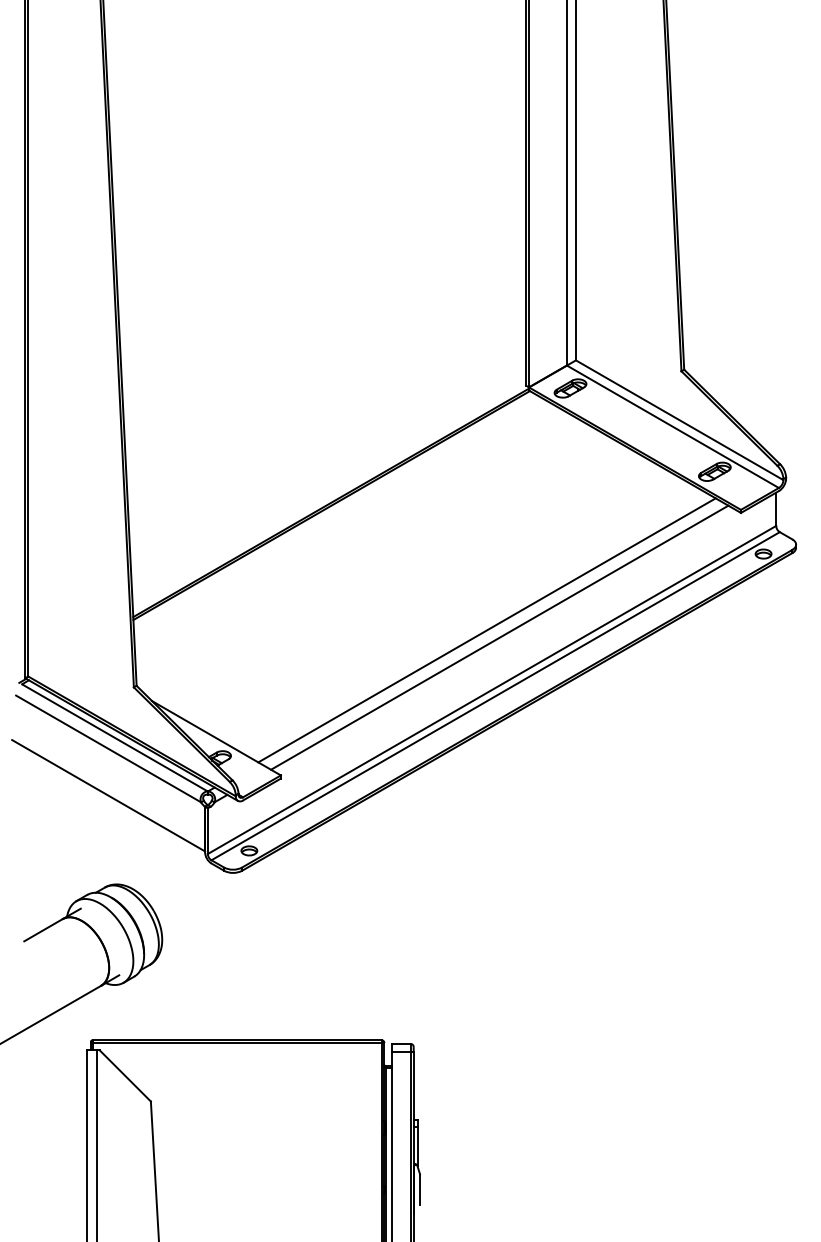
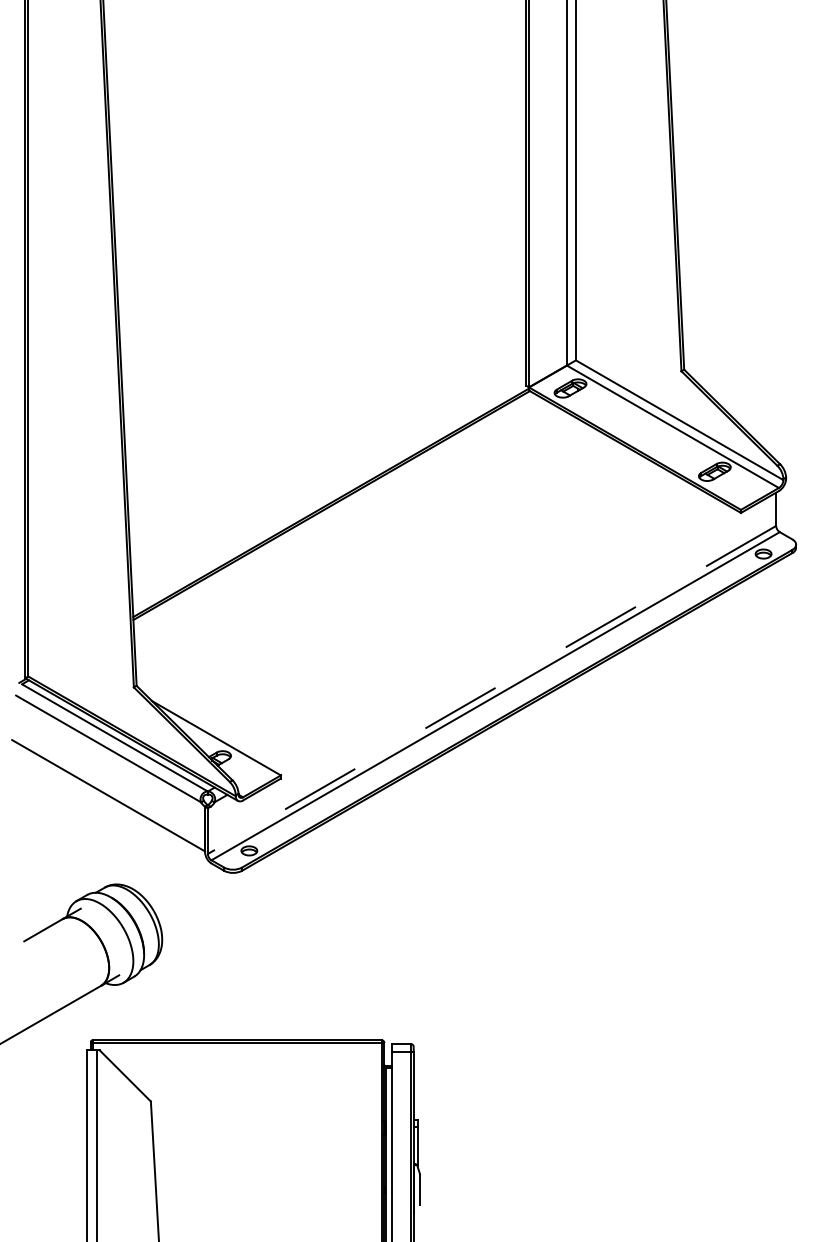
line at (486, 630): present -> none
line at (499, 637): present -> none
line at (491, 690): solid -> dashed
